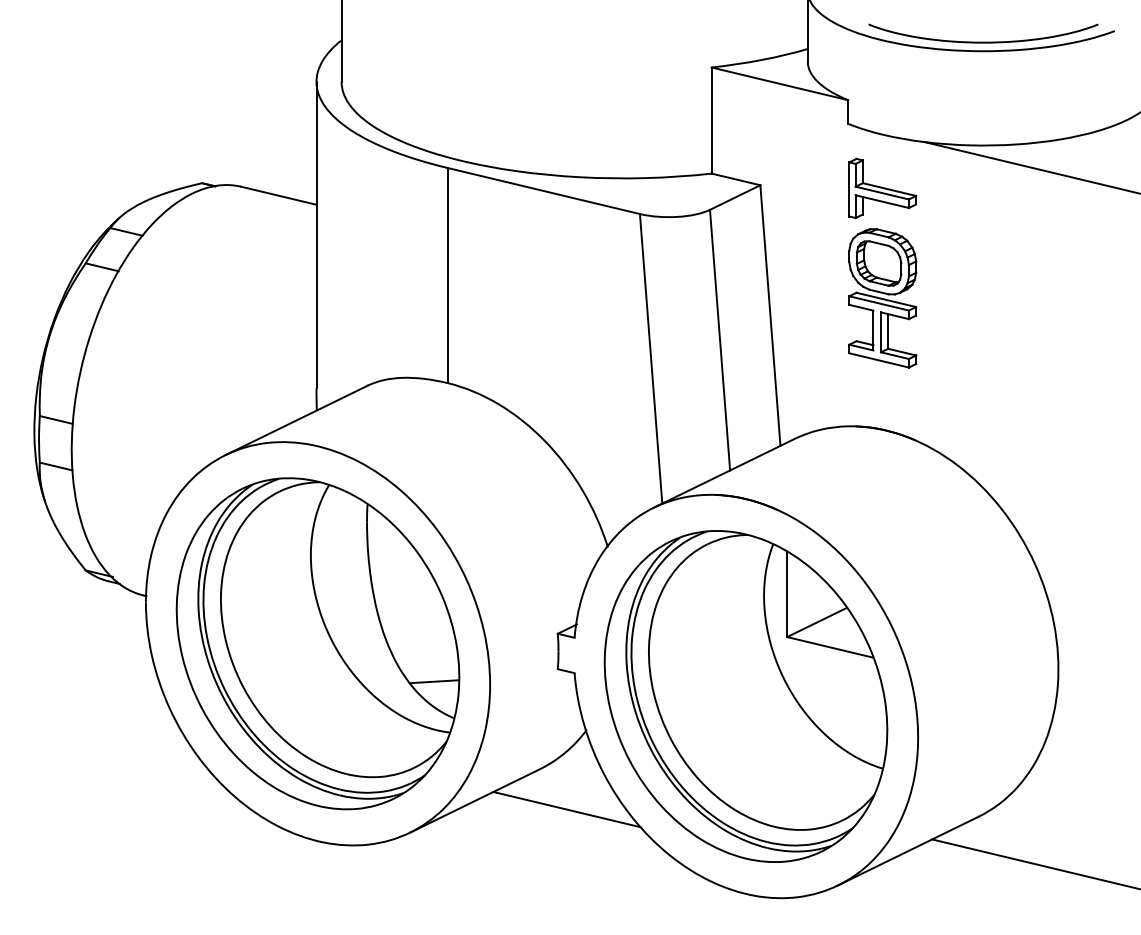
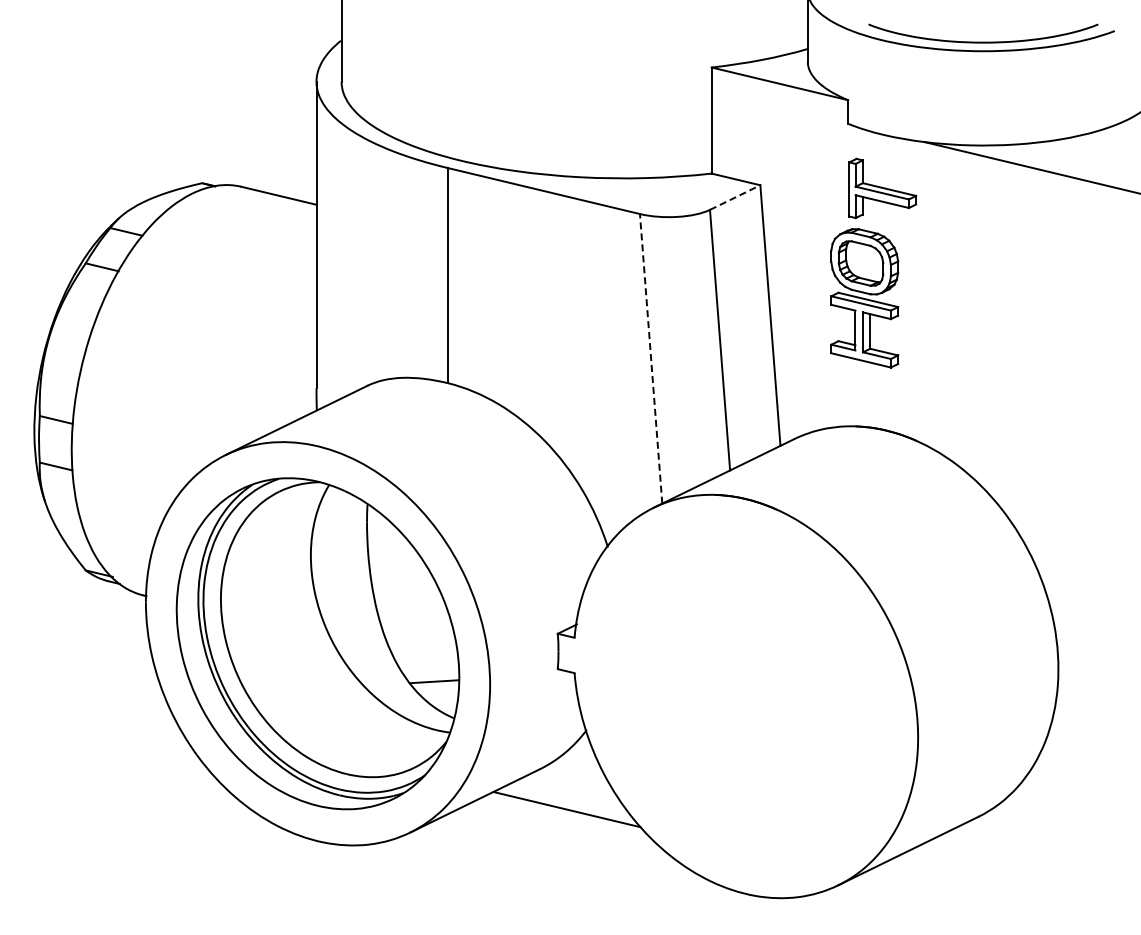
line at (735, 197): solid -> dashed
part at (882, 298) position: (882, 298) -> (864, 298)
line at (651, 358): solid -> dashed
part at (745, 696): present -> none
line at (1034, 863): present -> none
